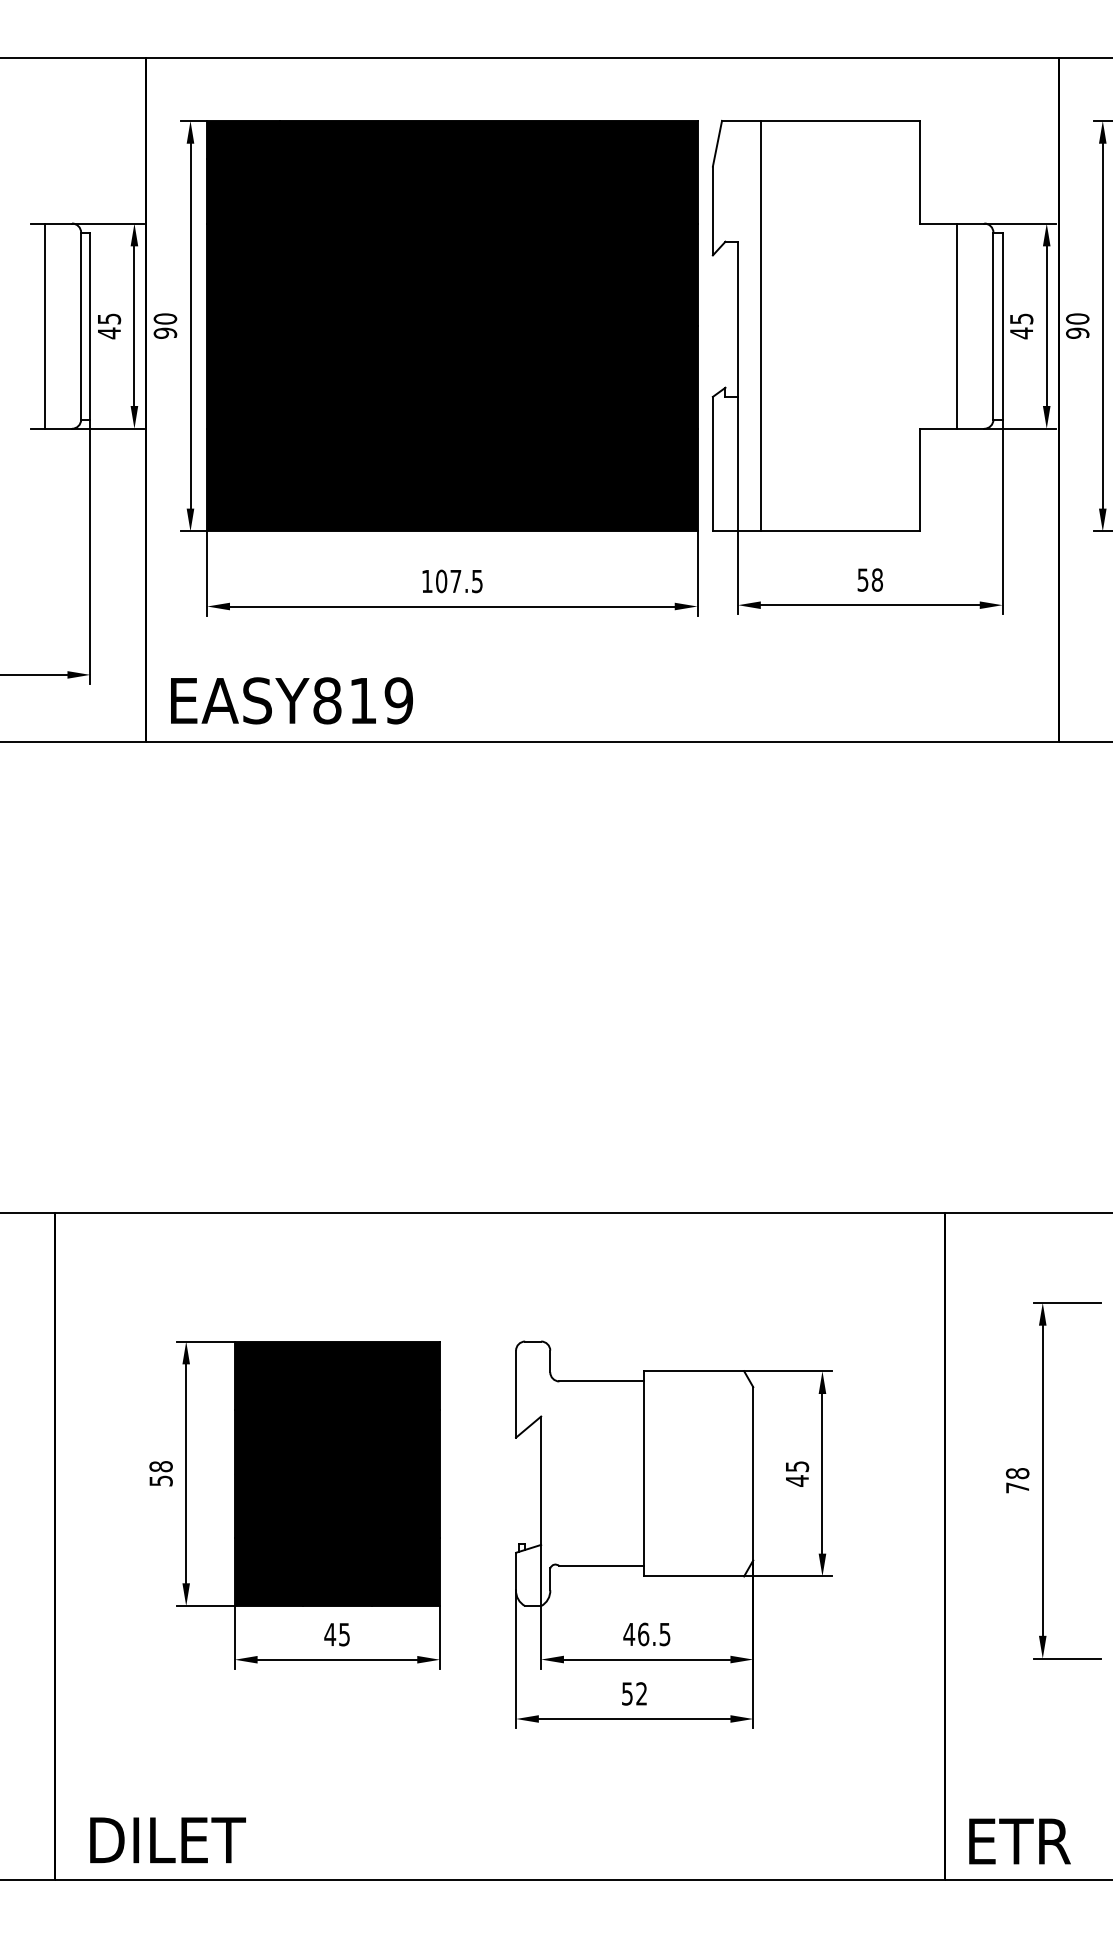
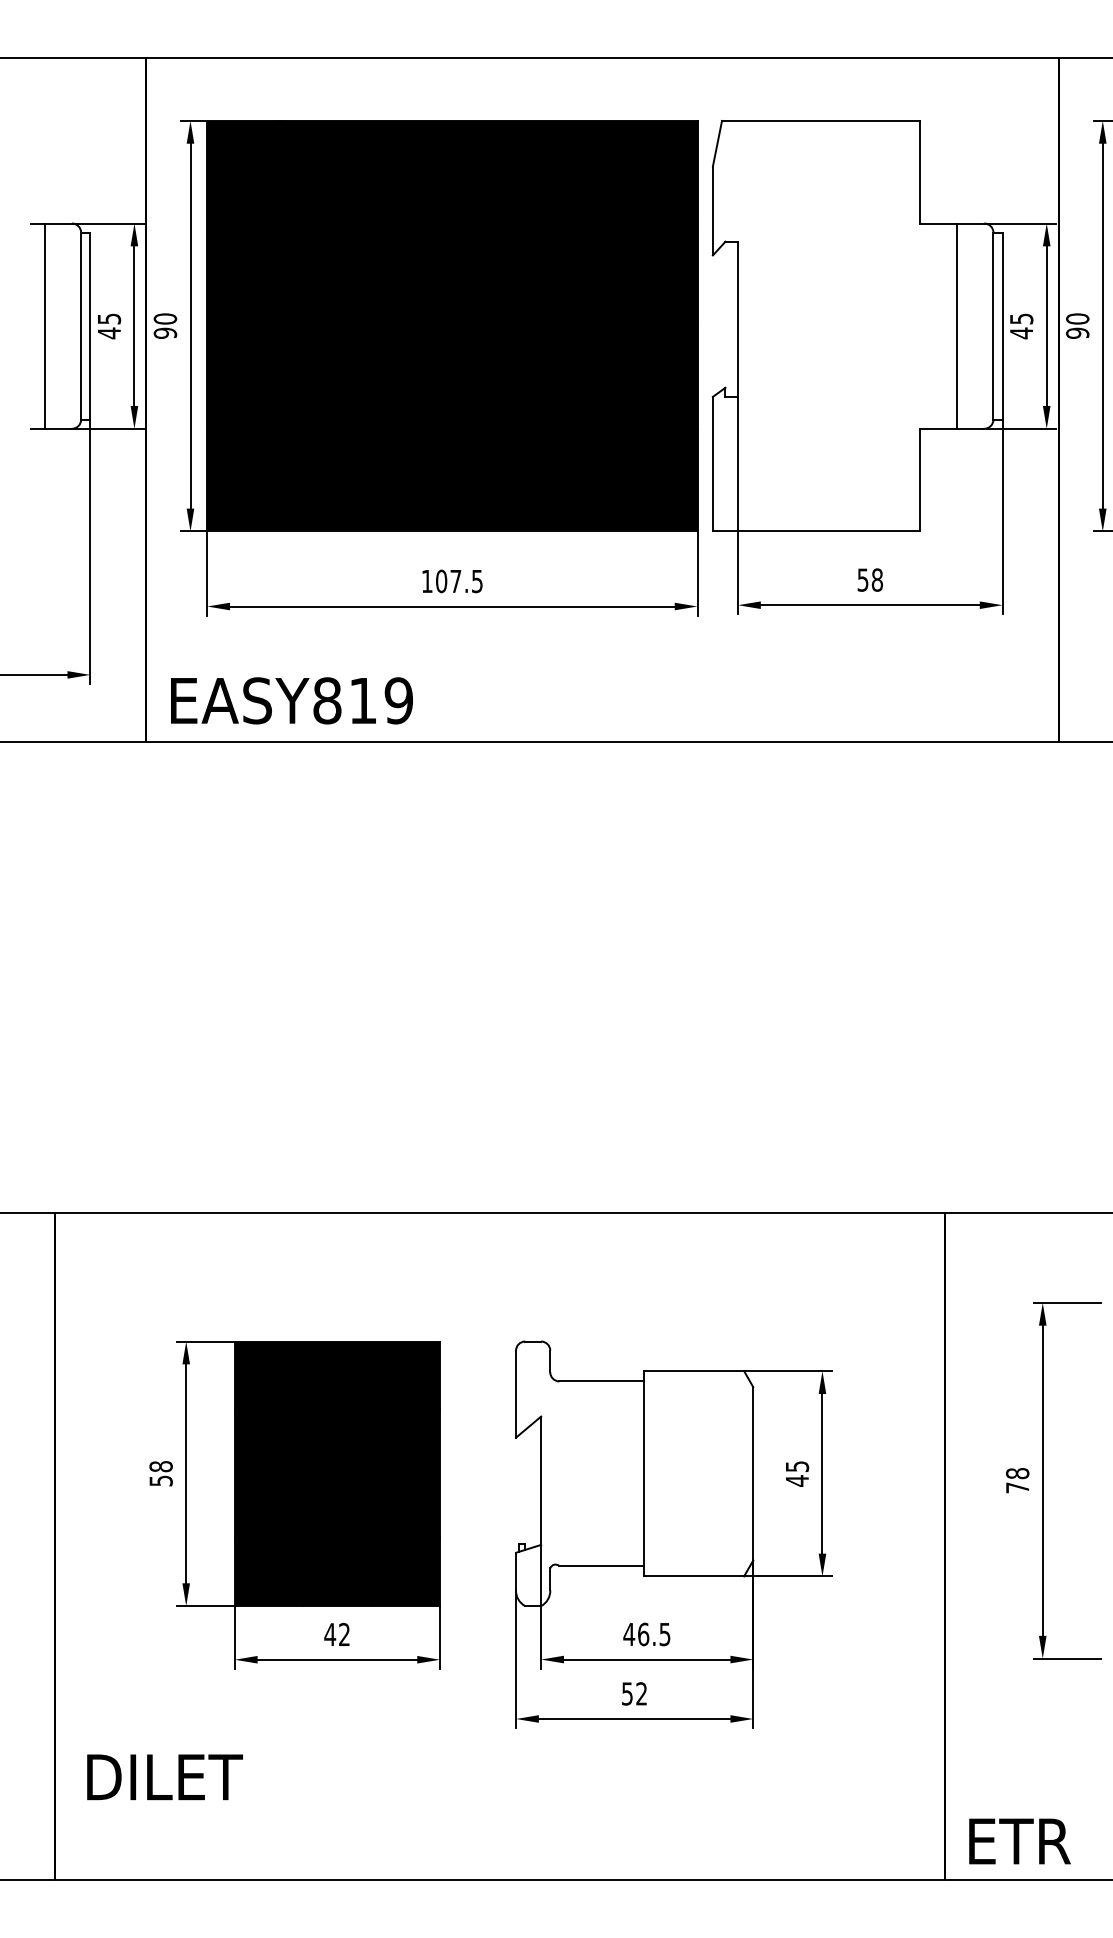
line at (760, 325): present -> none
text at (344, 1634): 45 -> 42
text at (167, 1840) position: (167, 1840) -> (164, 1777)
